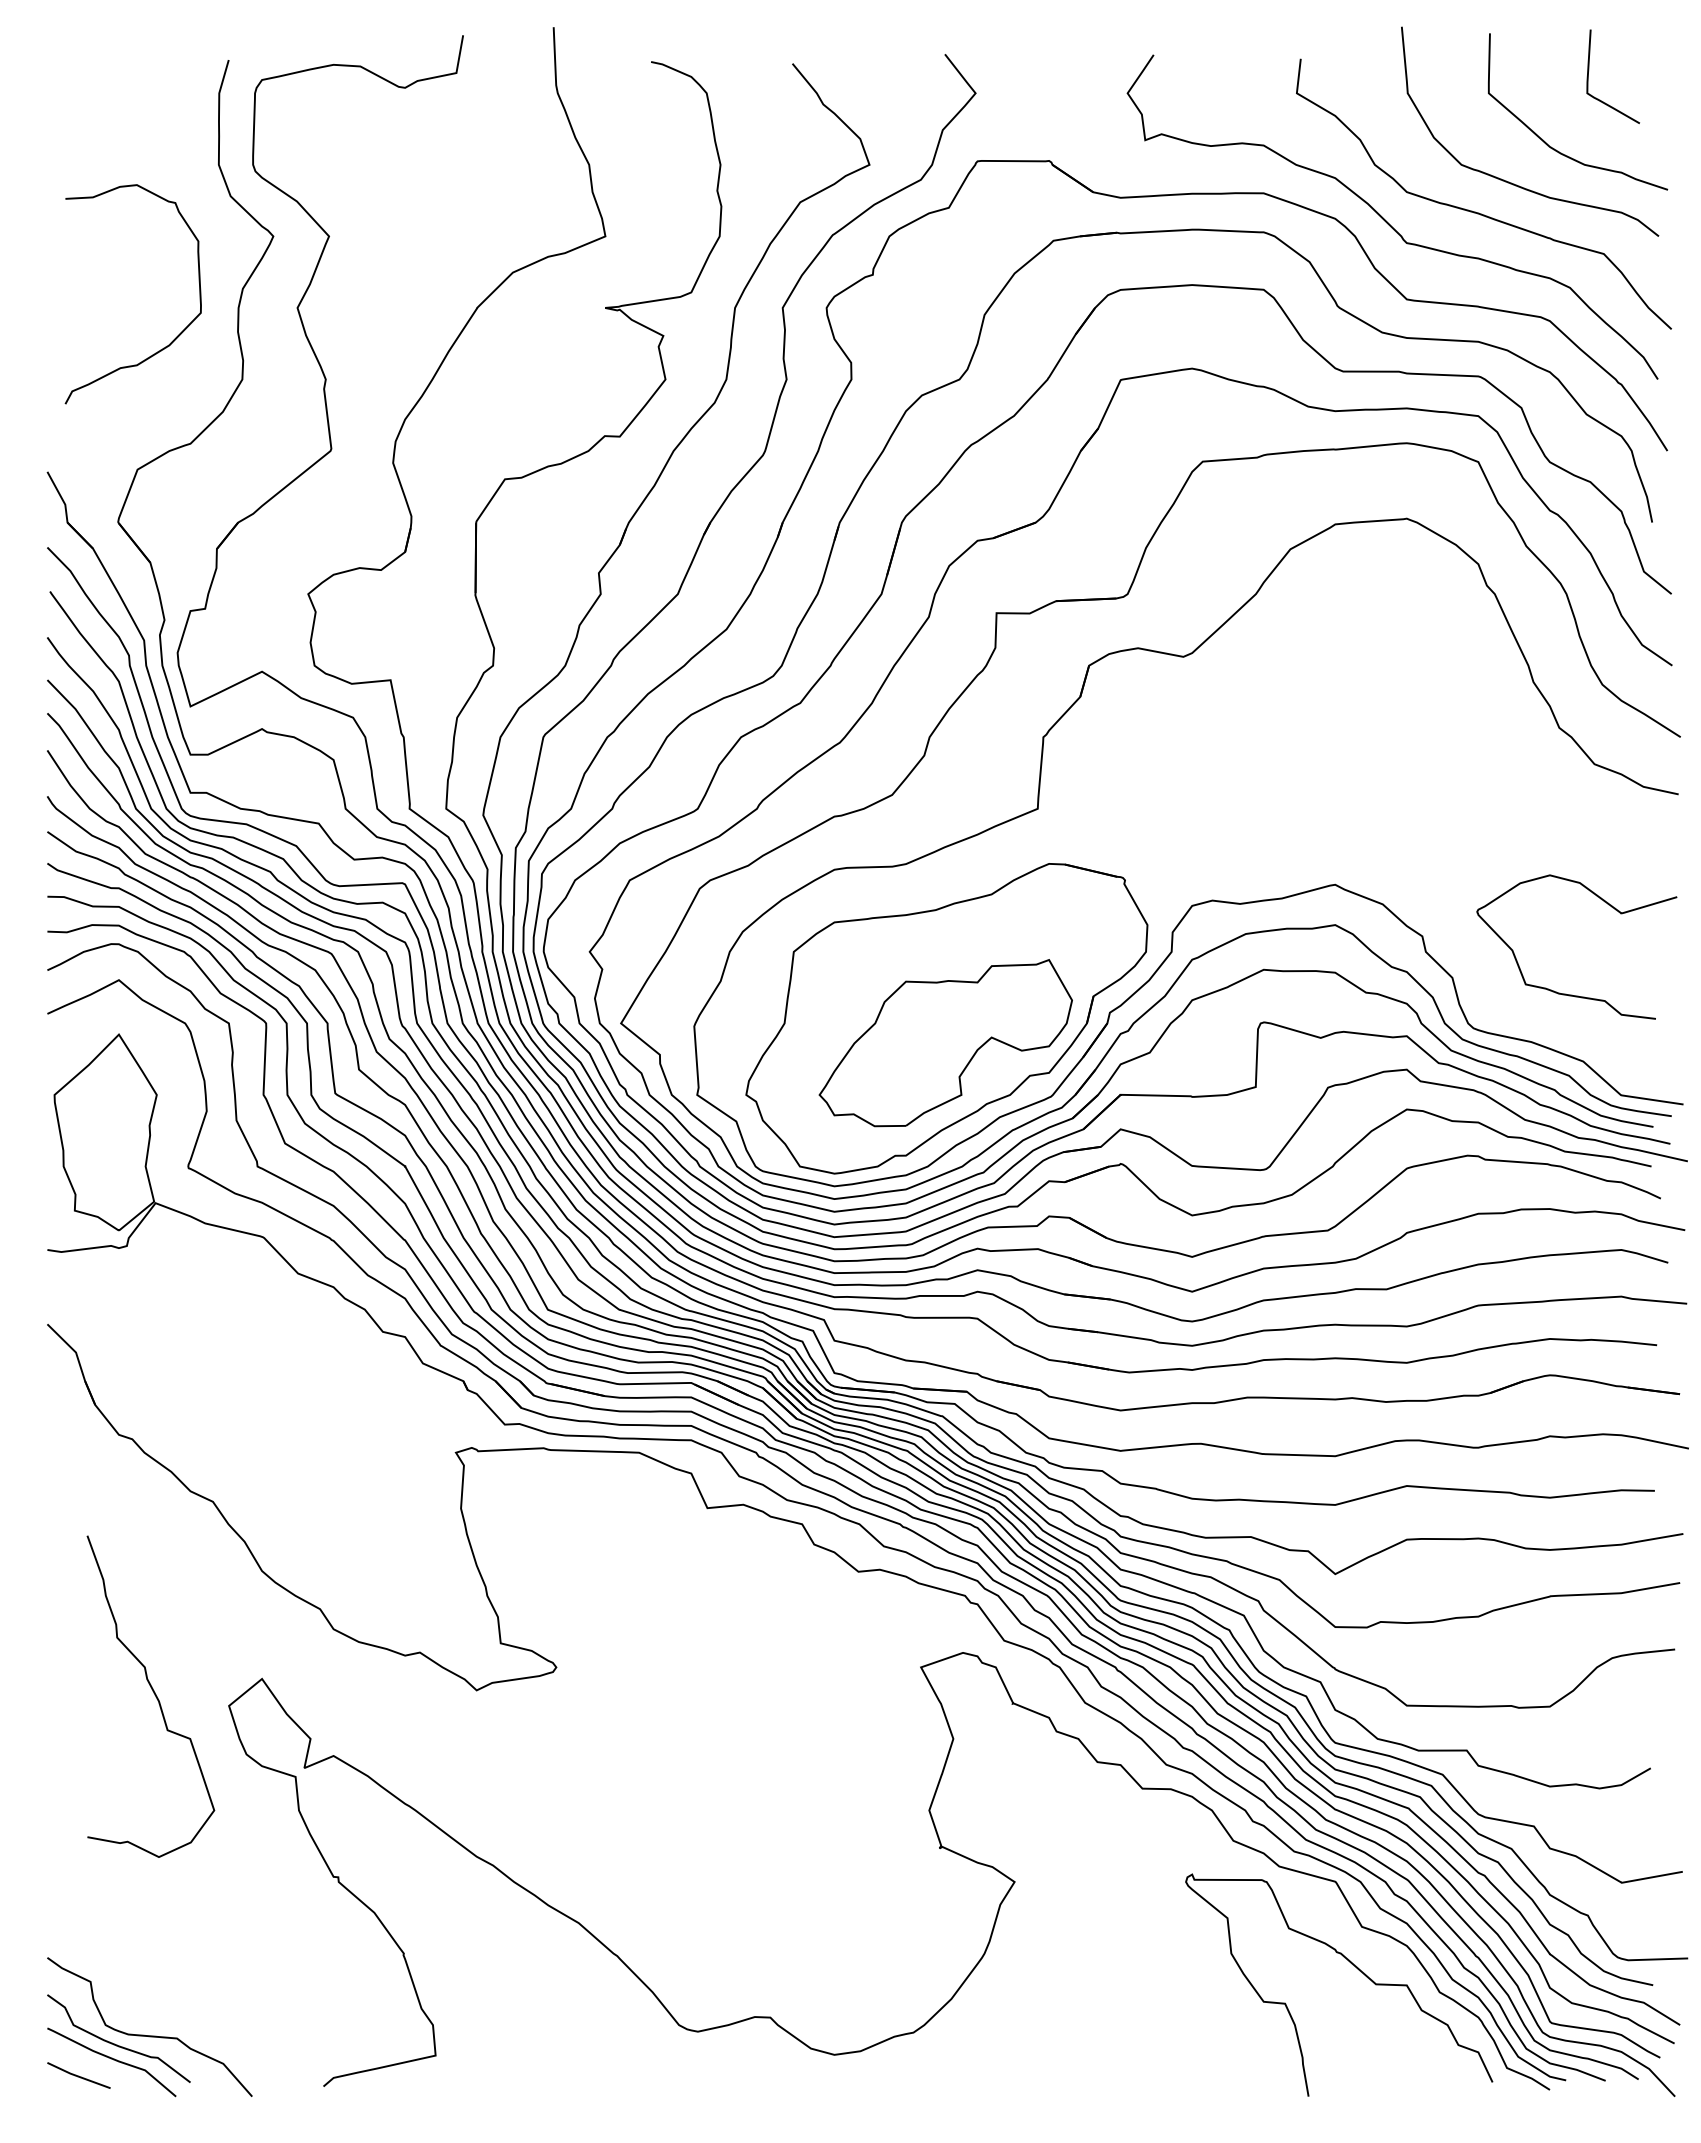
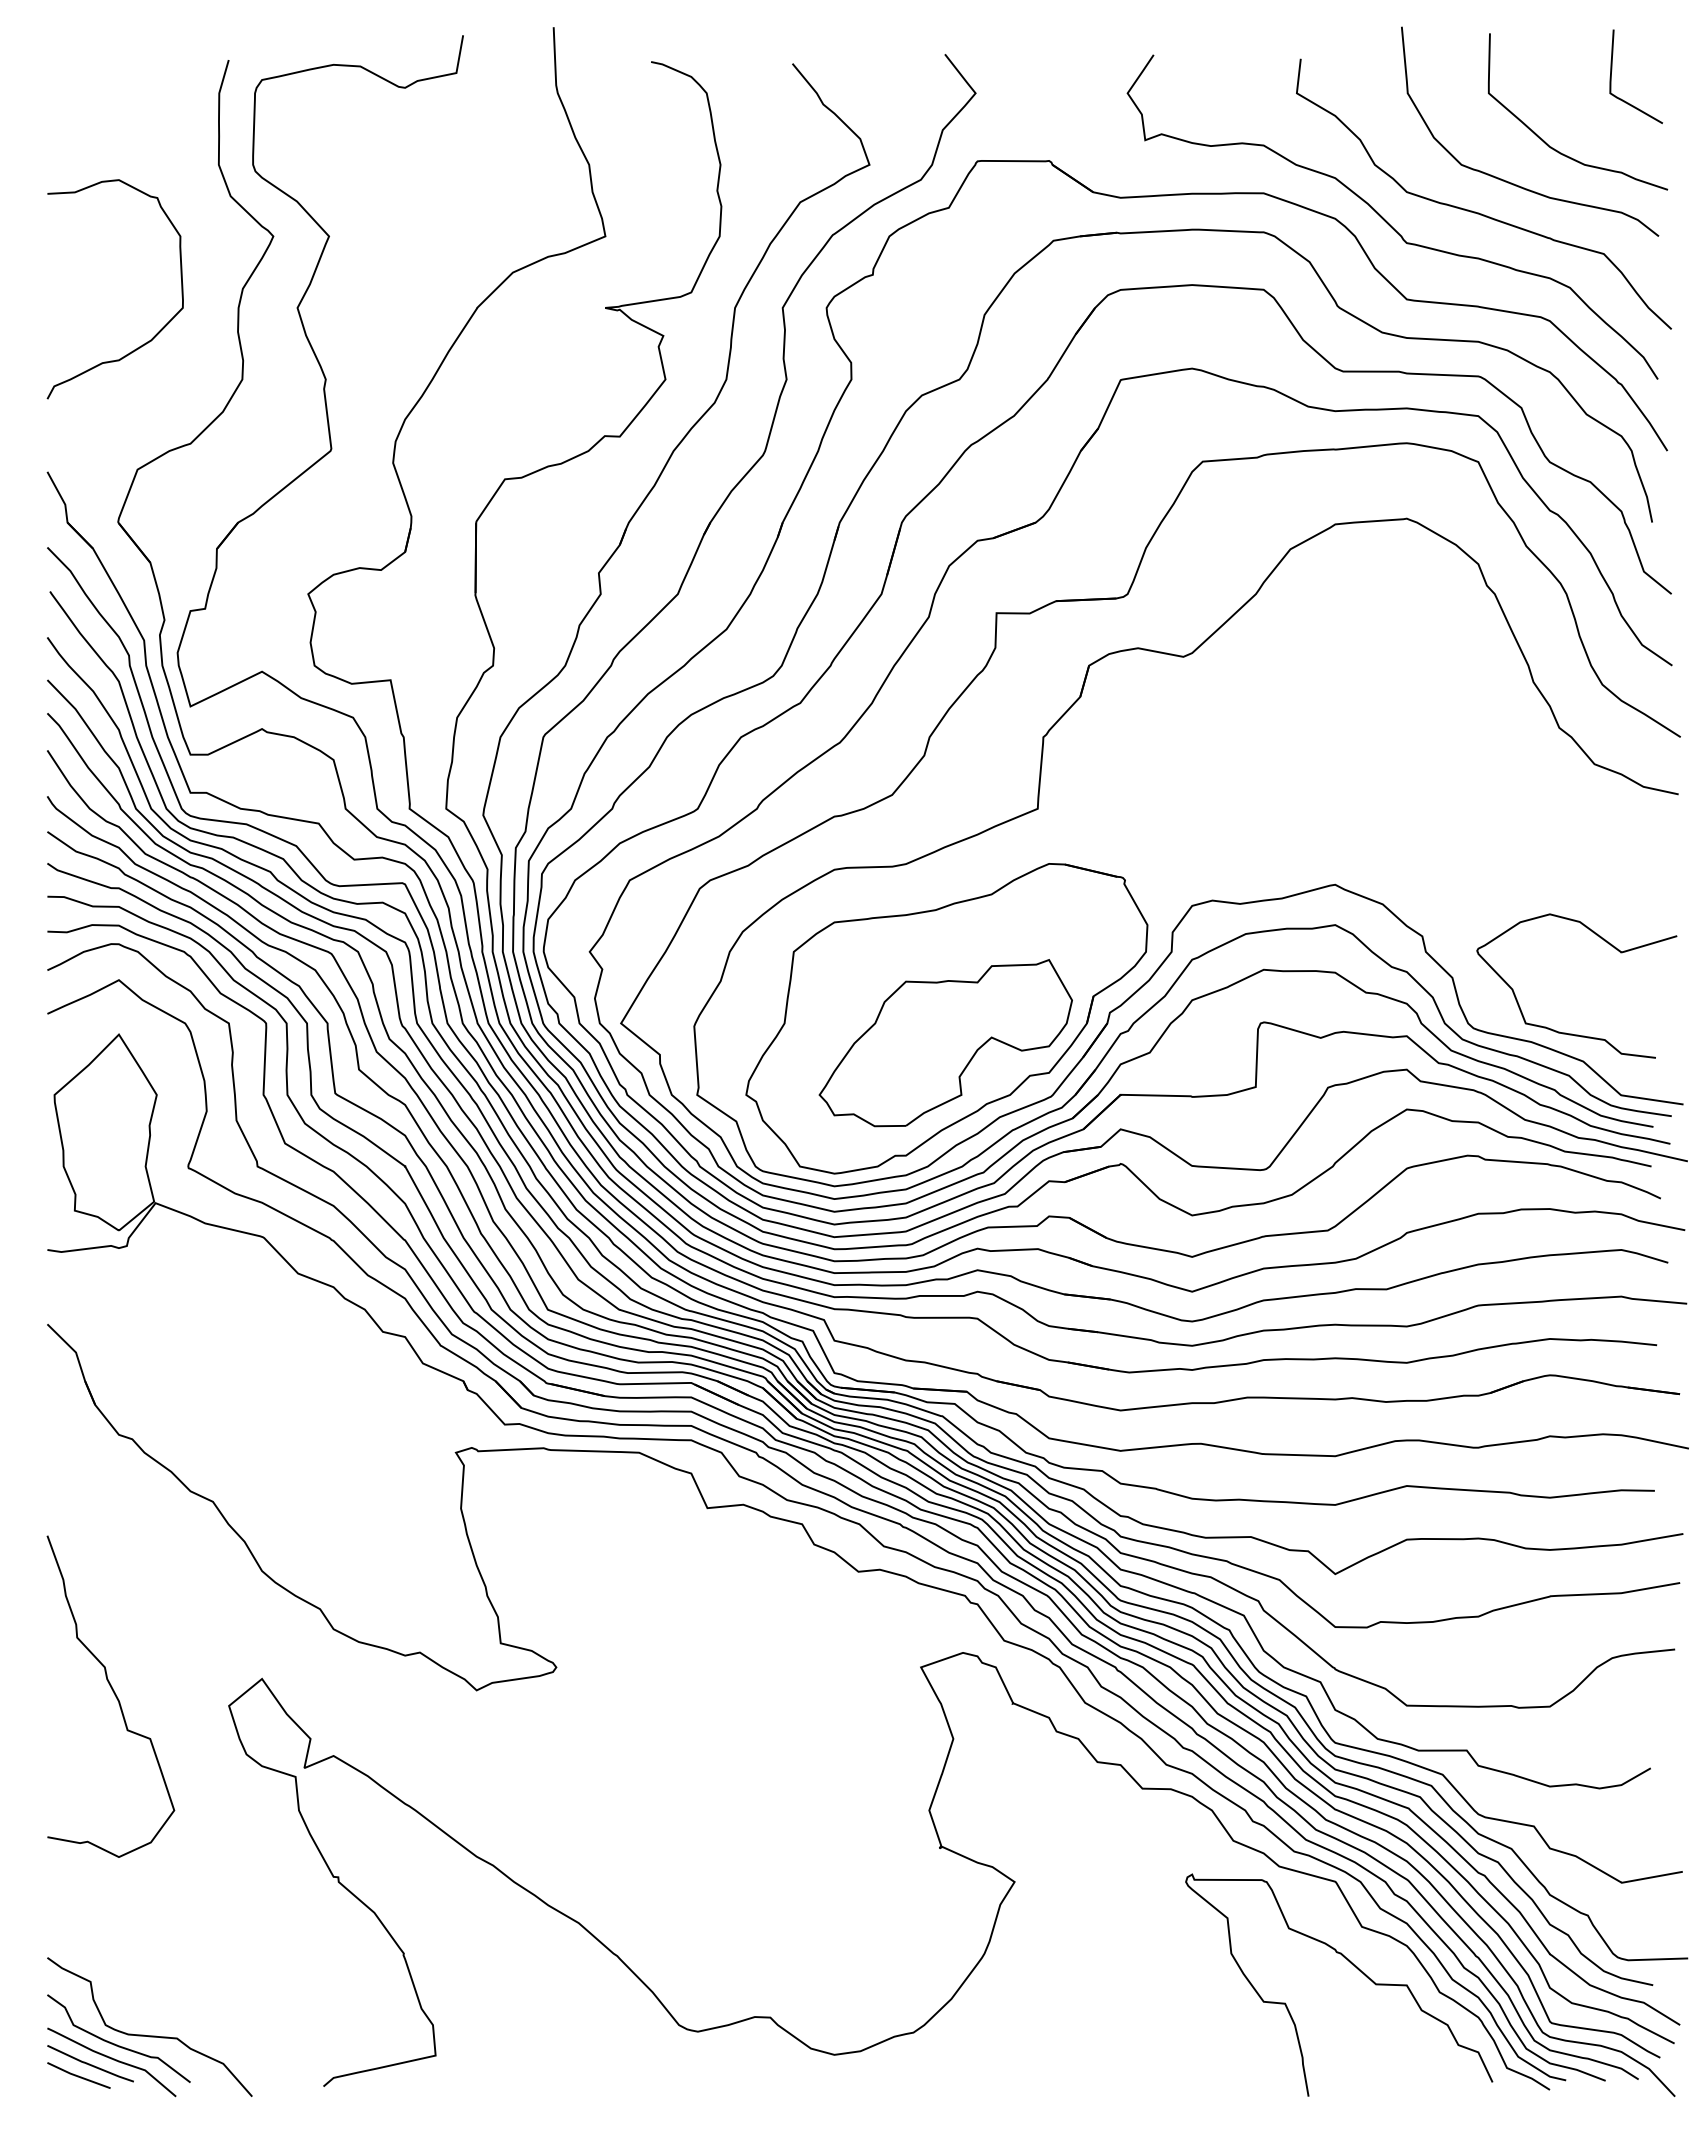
curve at (1589, 70) position: (1589, 70) -> (1612, 70)
curve at (175, 337) position: (175, 337) -> (157, 332)
curve at (1566, 993) position: (1566, 993) -> (1566, 1032)
curve at (154, 1695) position: (154, 1695) -> (114, 1695)
line at (89, 2063): none -> present
